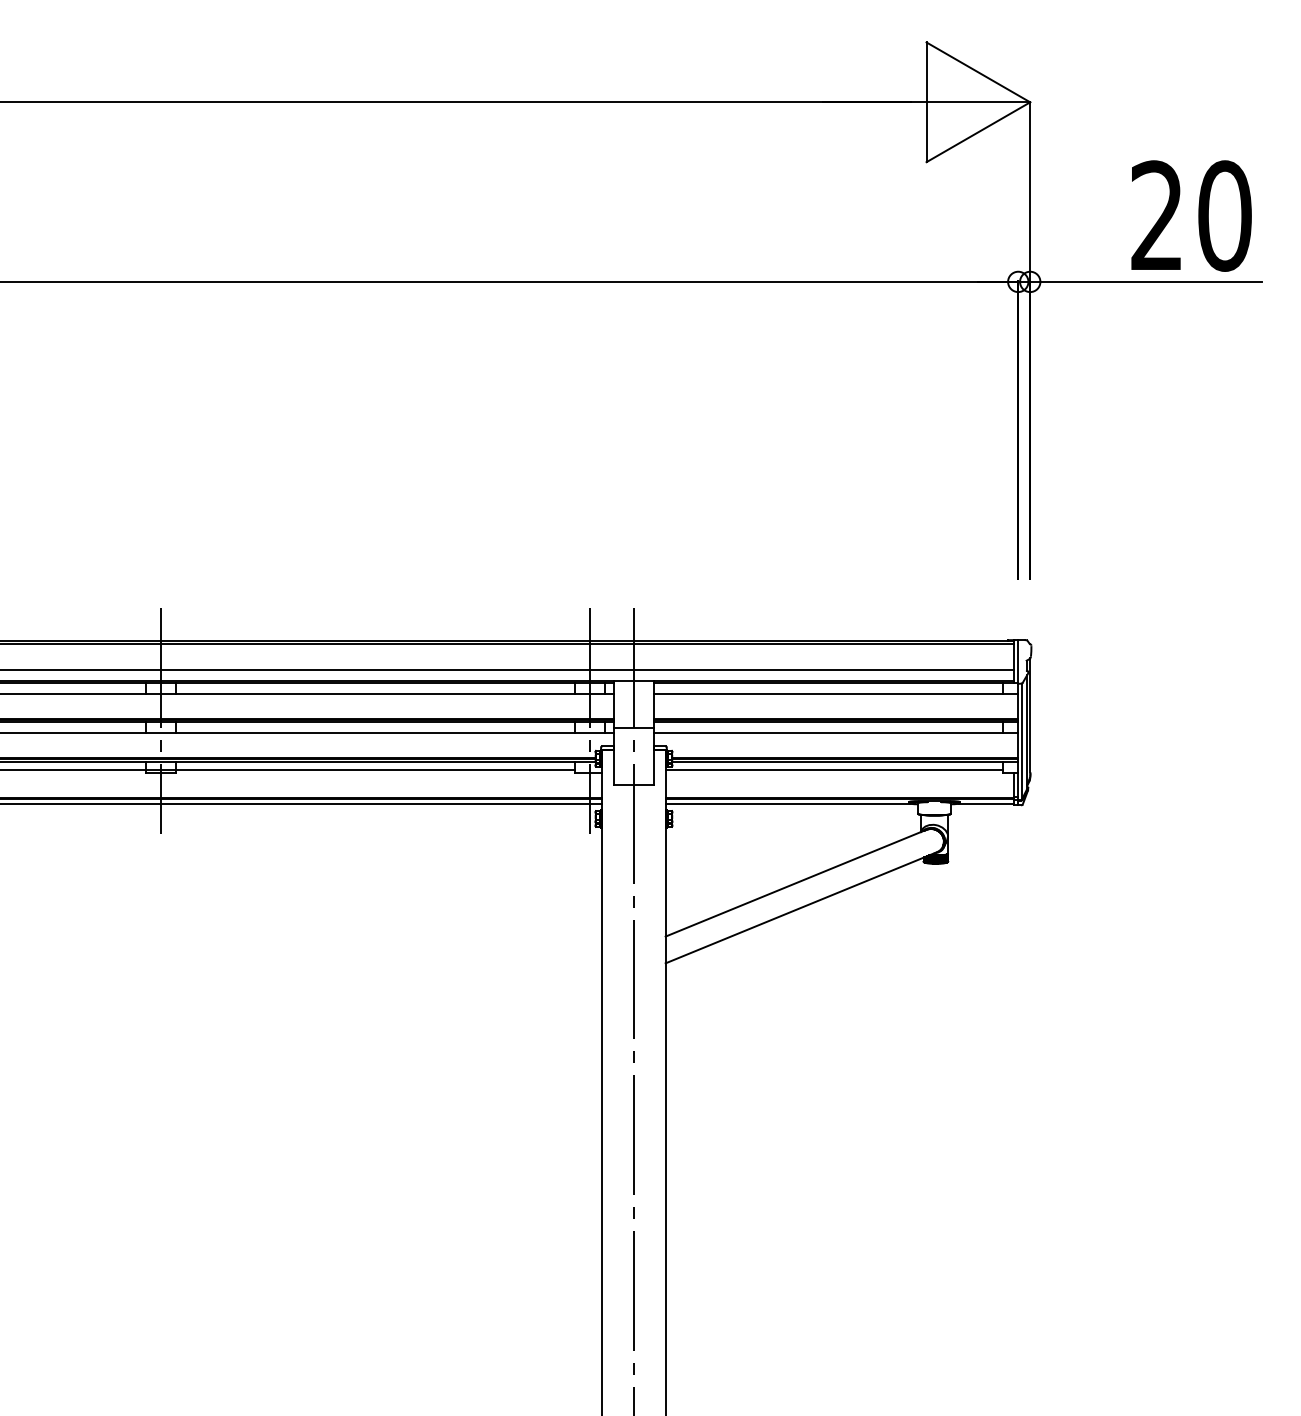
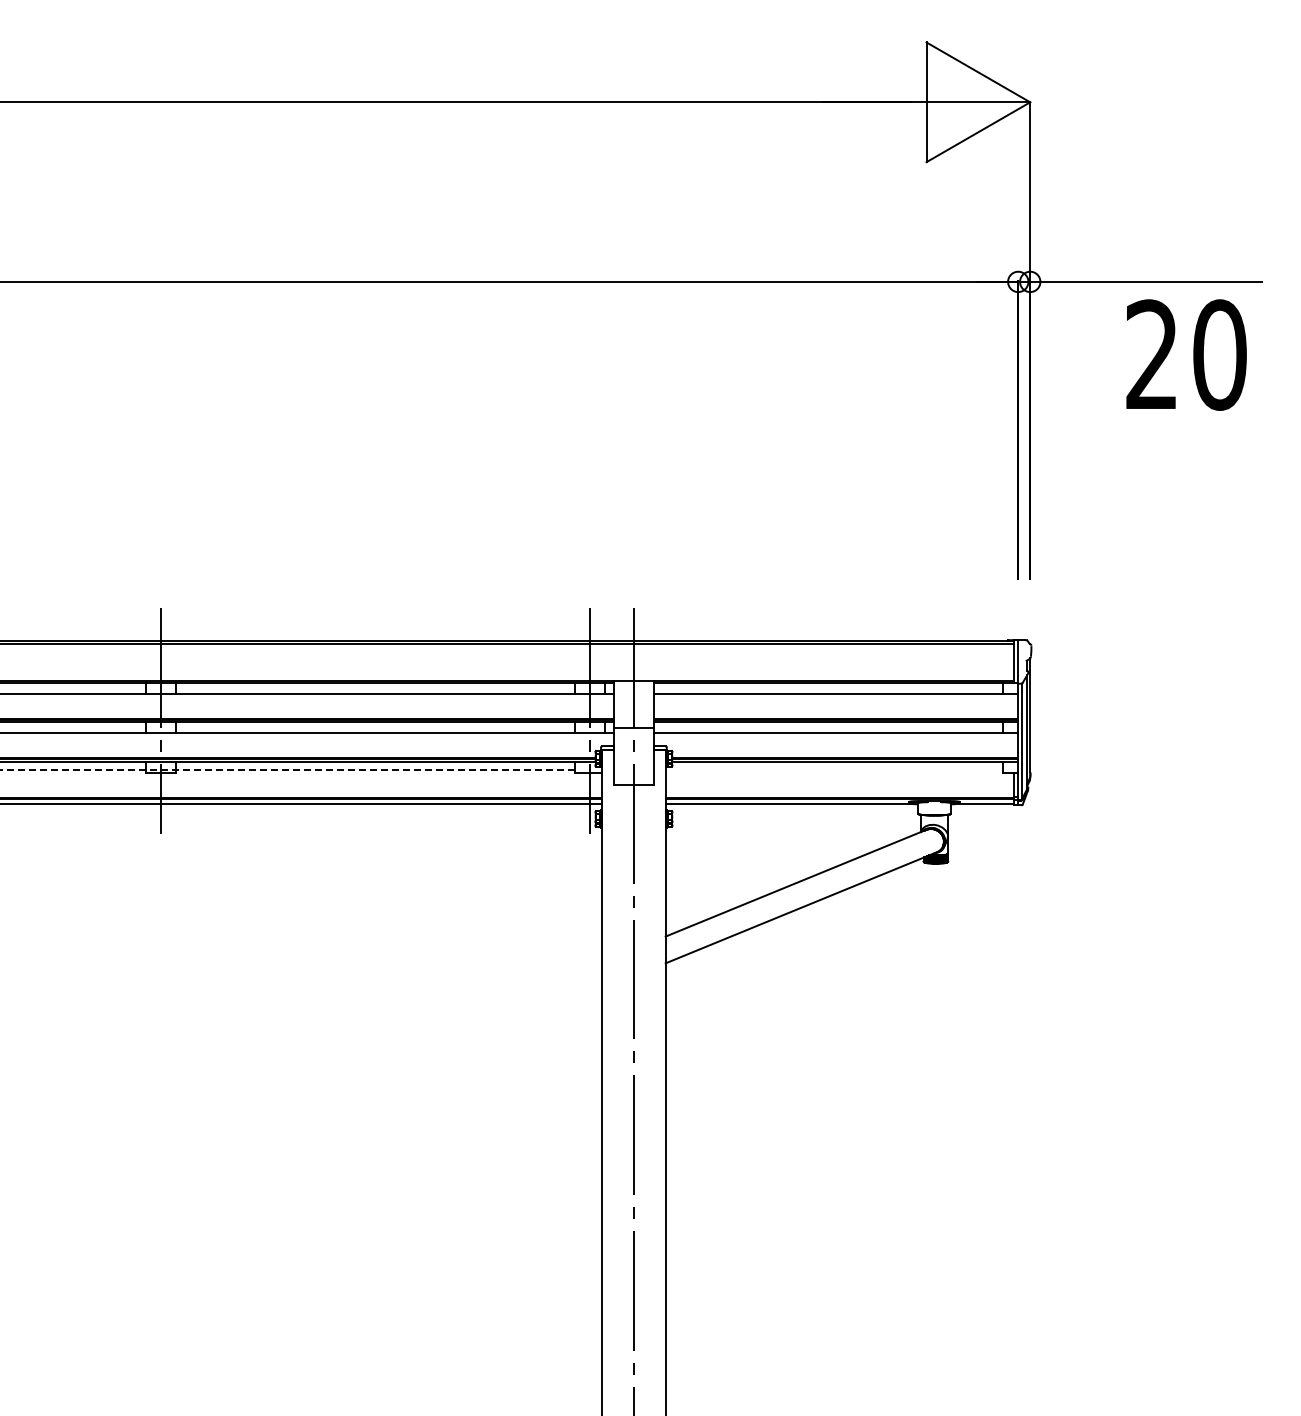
text at (1191, 215) position: (1191, 215) -> (1186, 354)
line at (508, 670): present -> none
line at (286, 769): solid -> dashed
line at (834, 769): present -> none
